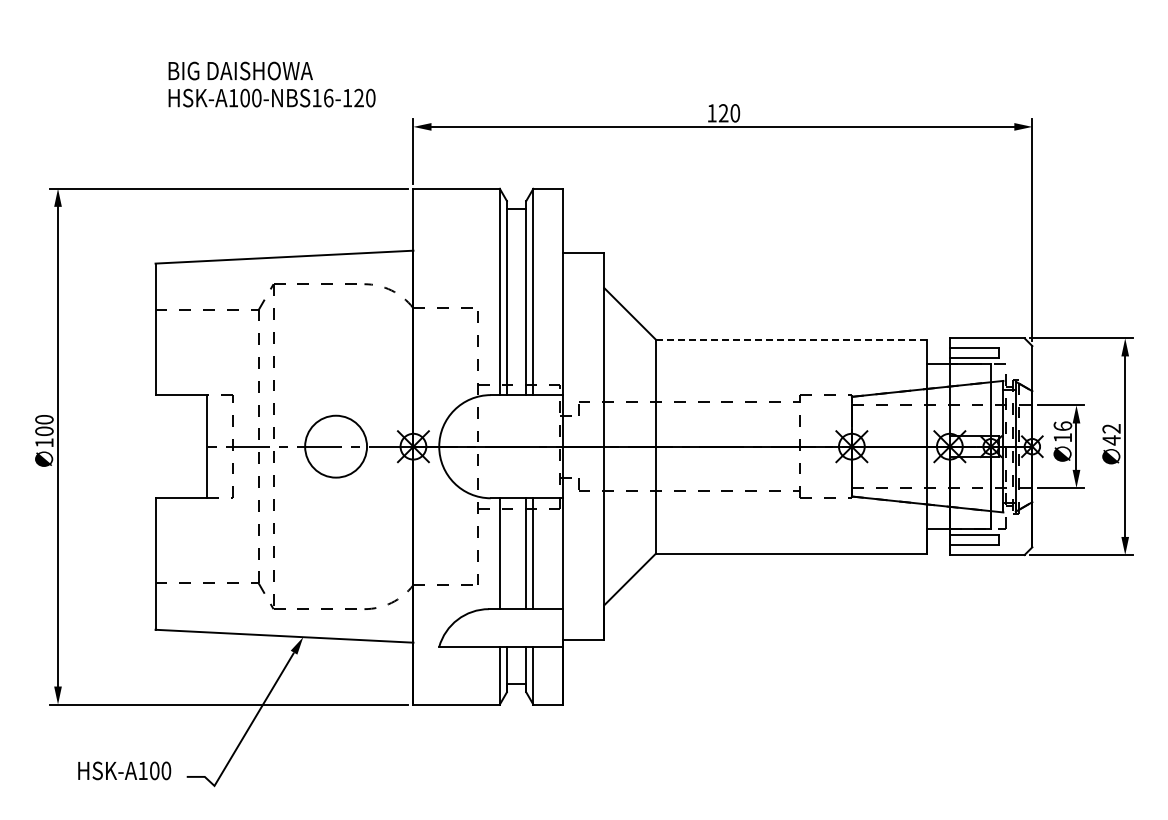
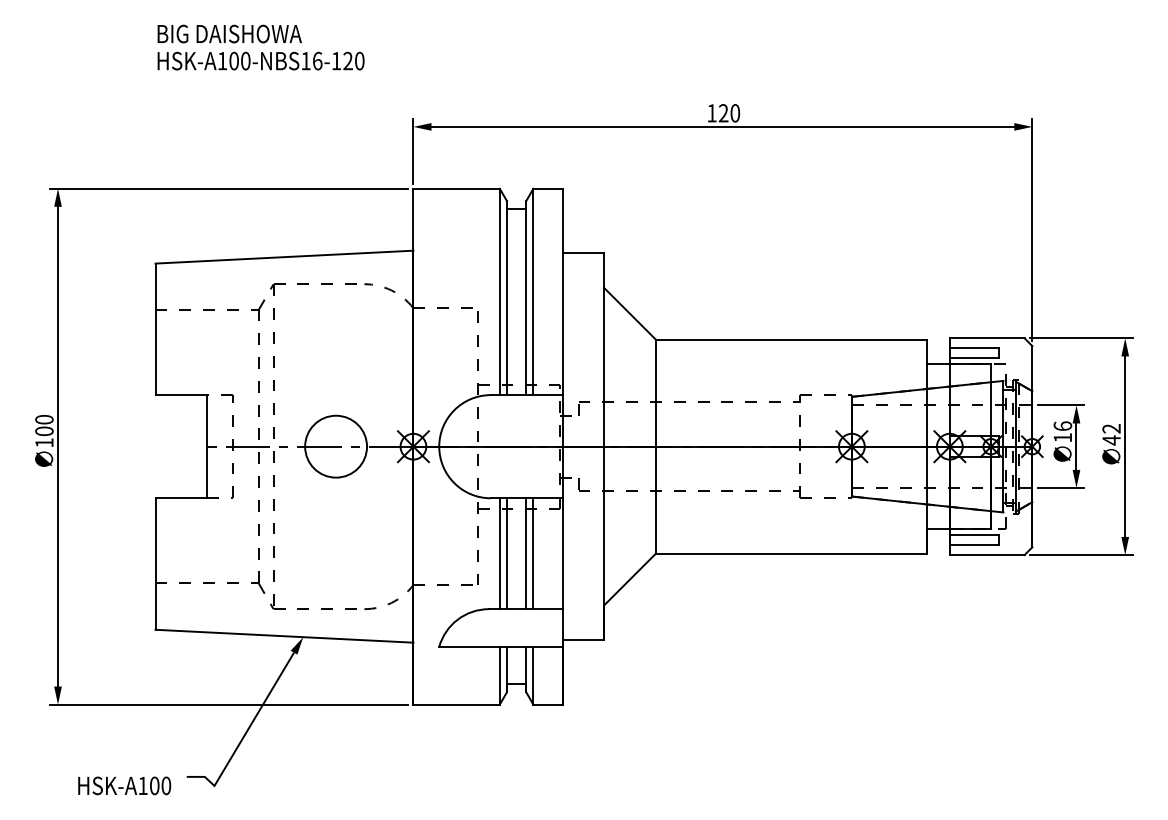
text at (271, 84) position: (271, 84) -> (260, 47)
line at (791, 339): dashed -> solid
line at (506, 553): none -> present
text at (124, 770) position: (124, 770) -> (124, 785)
